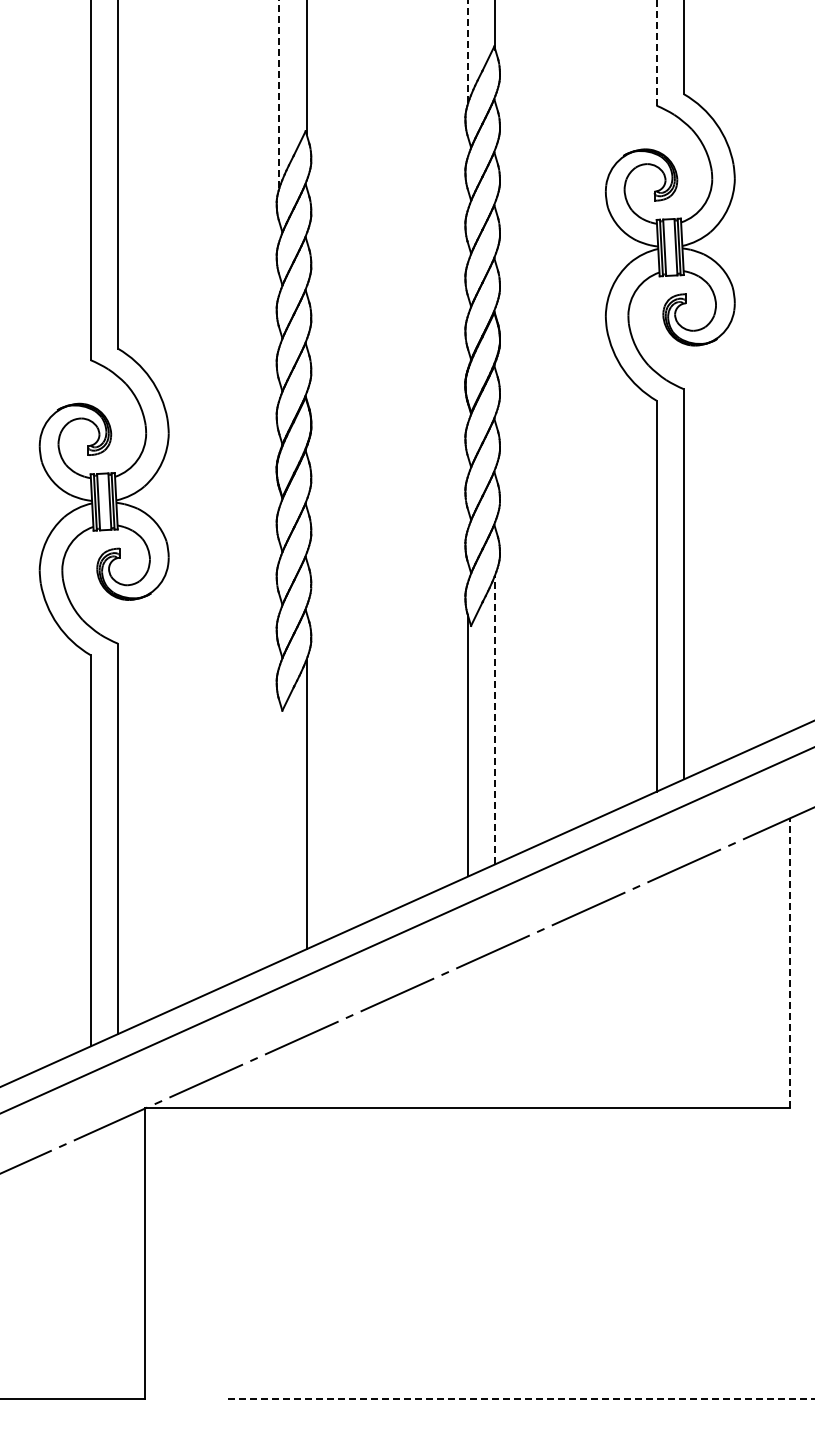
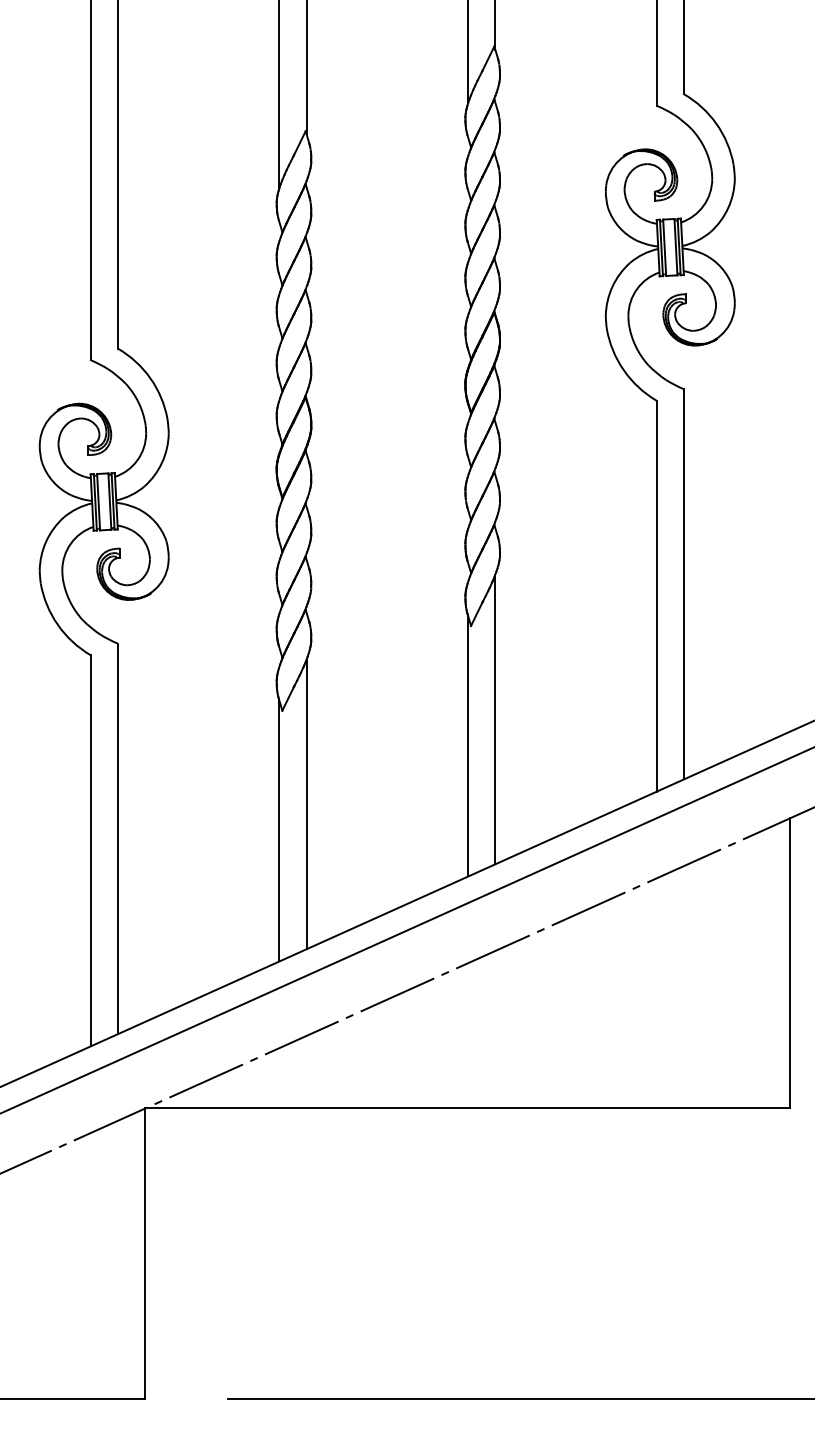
line at (467, 51): dashed -> solid
line at (656, 52): dashed -> solid
line at (279, 93): dashed -> solid
line at (495, 719): dashed -> solid
line at (279, 830): none -> present
line at (790, 962): dashed -> solid
line at (521, 1398): dashed -> solid
